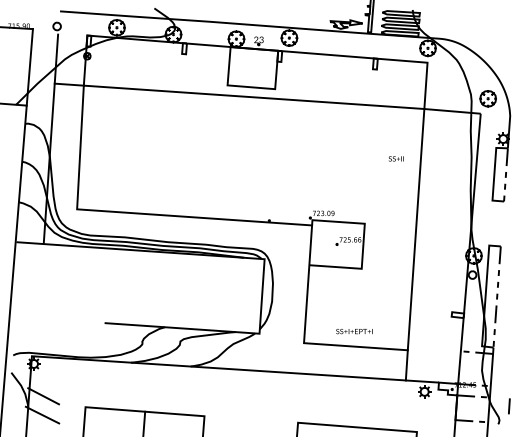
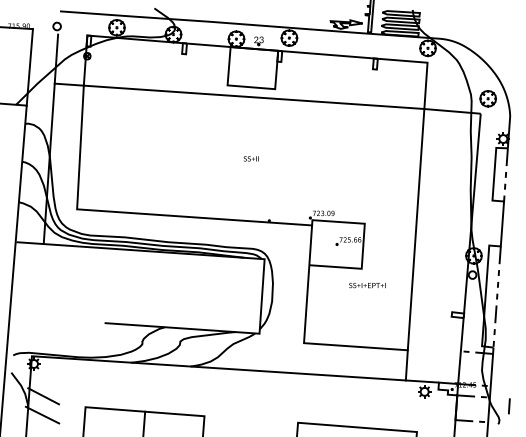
text at (395, 158) position: (395, 158) -> (250, 158)
line at (502, 223): none -> present
text at (354, 331) position: (354, 331) -> (367, 285)
